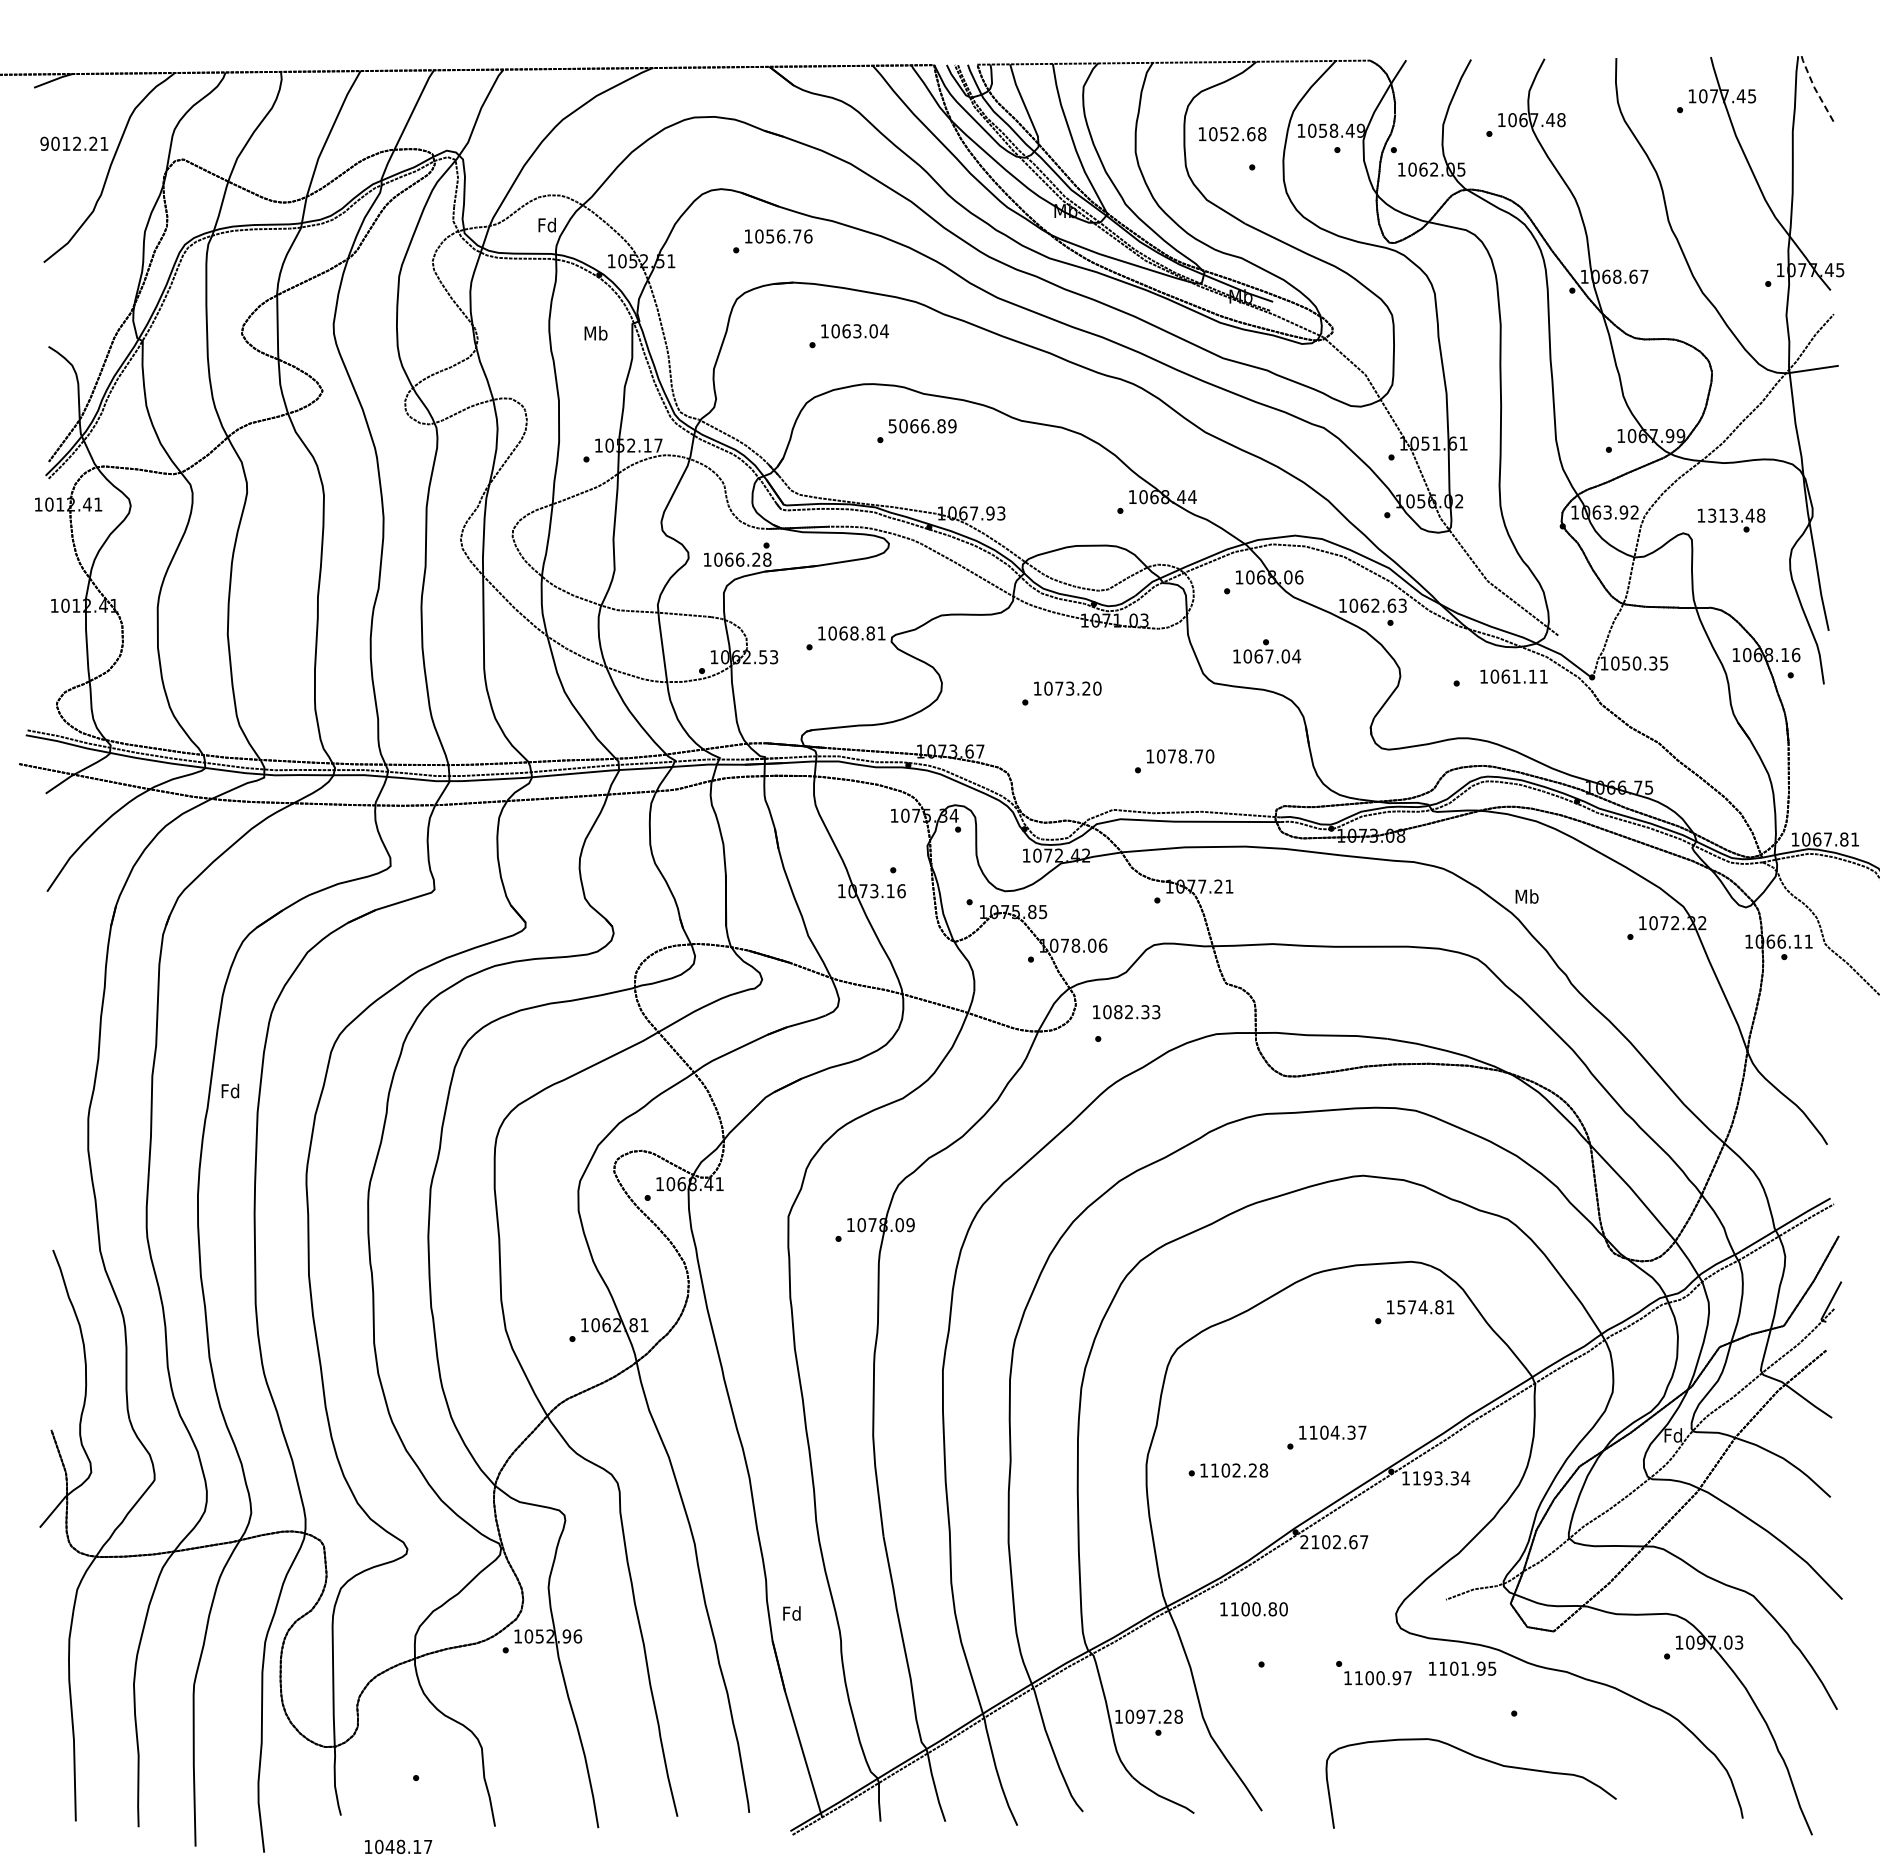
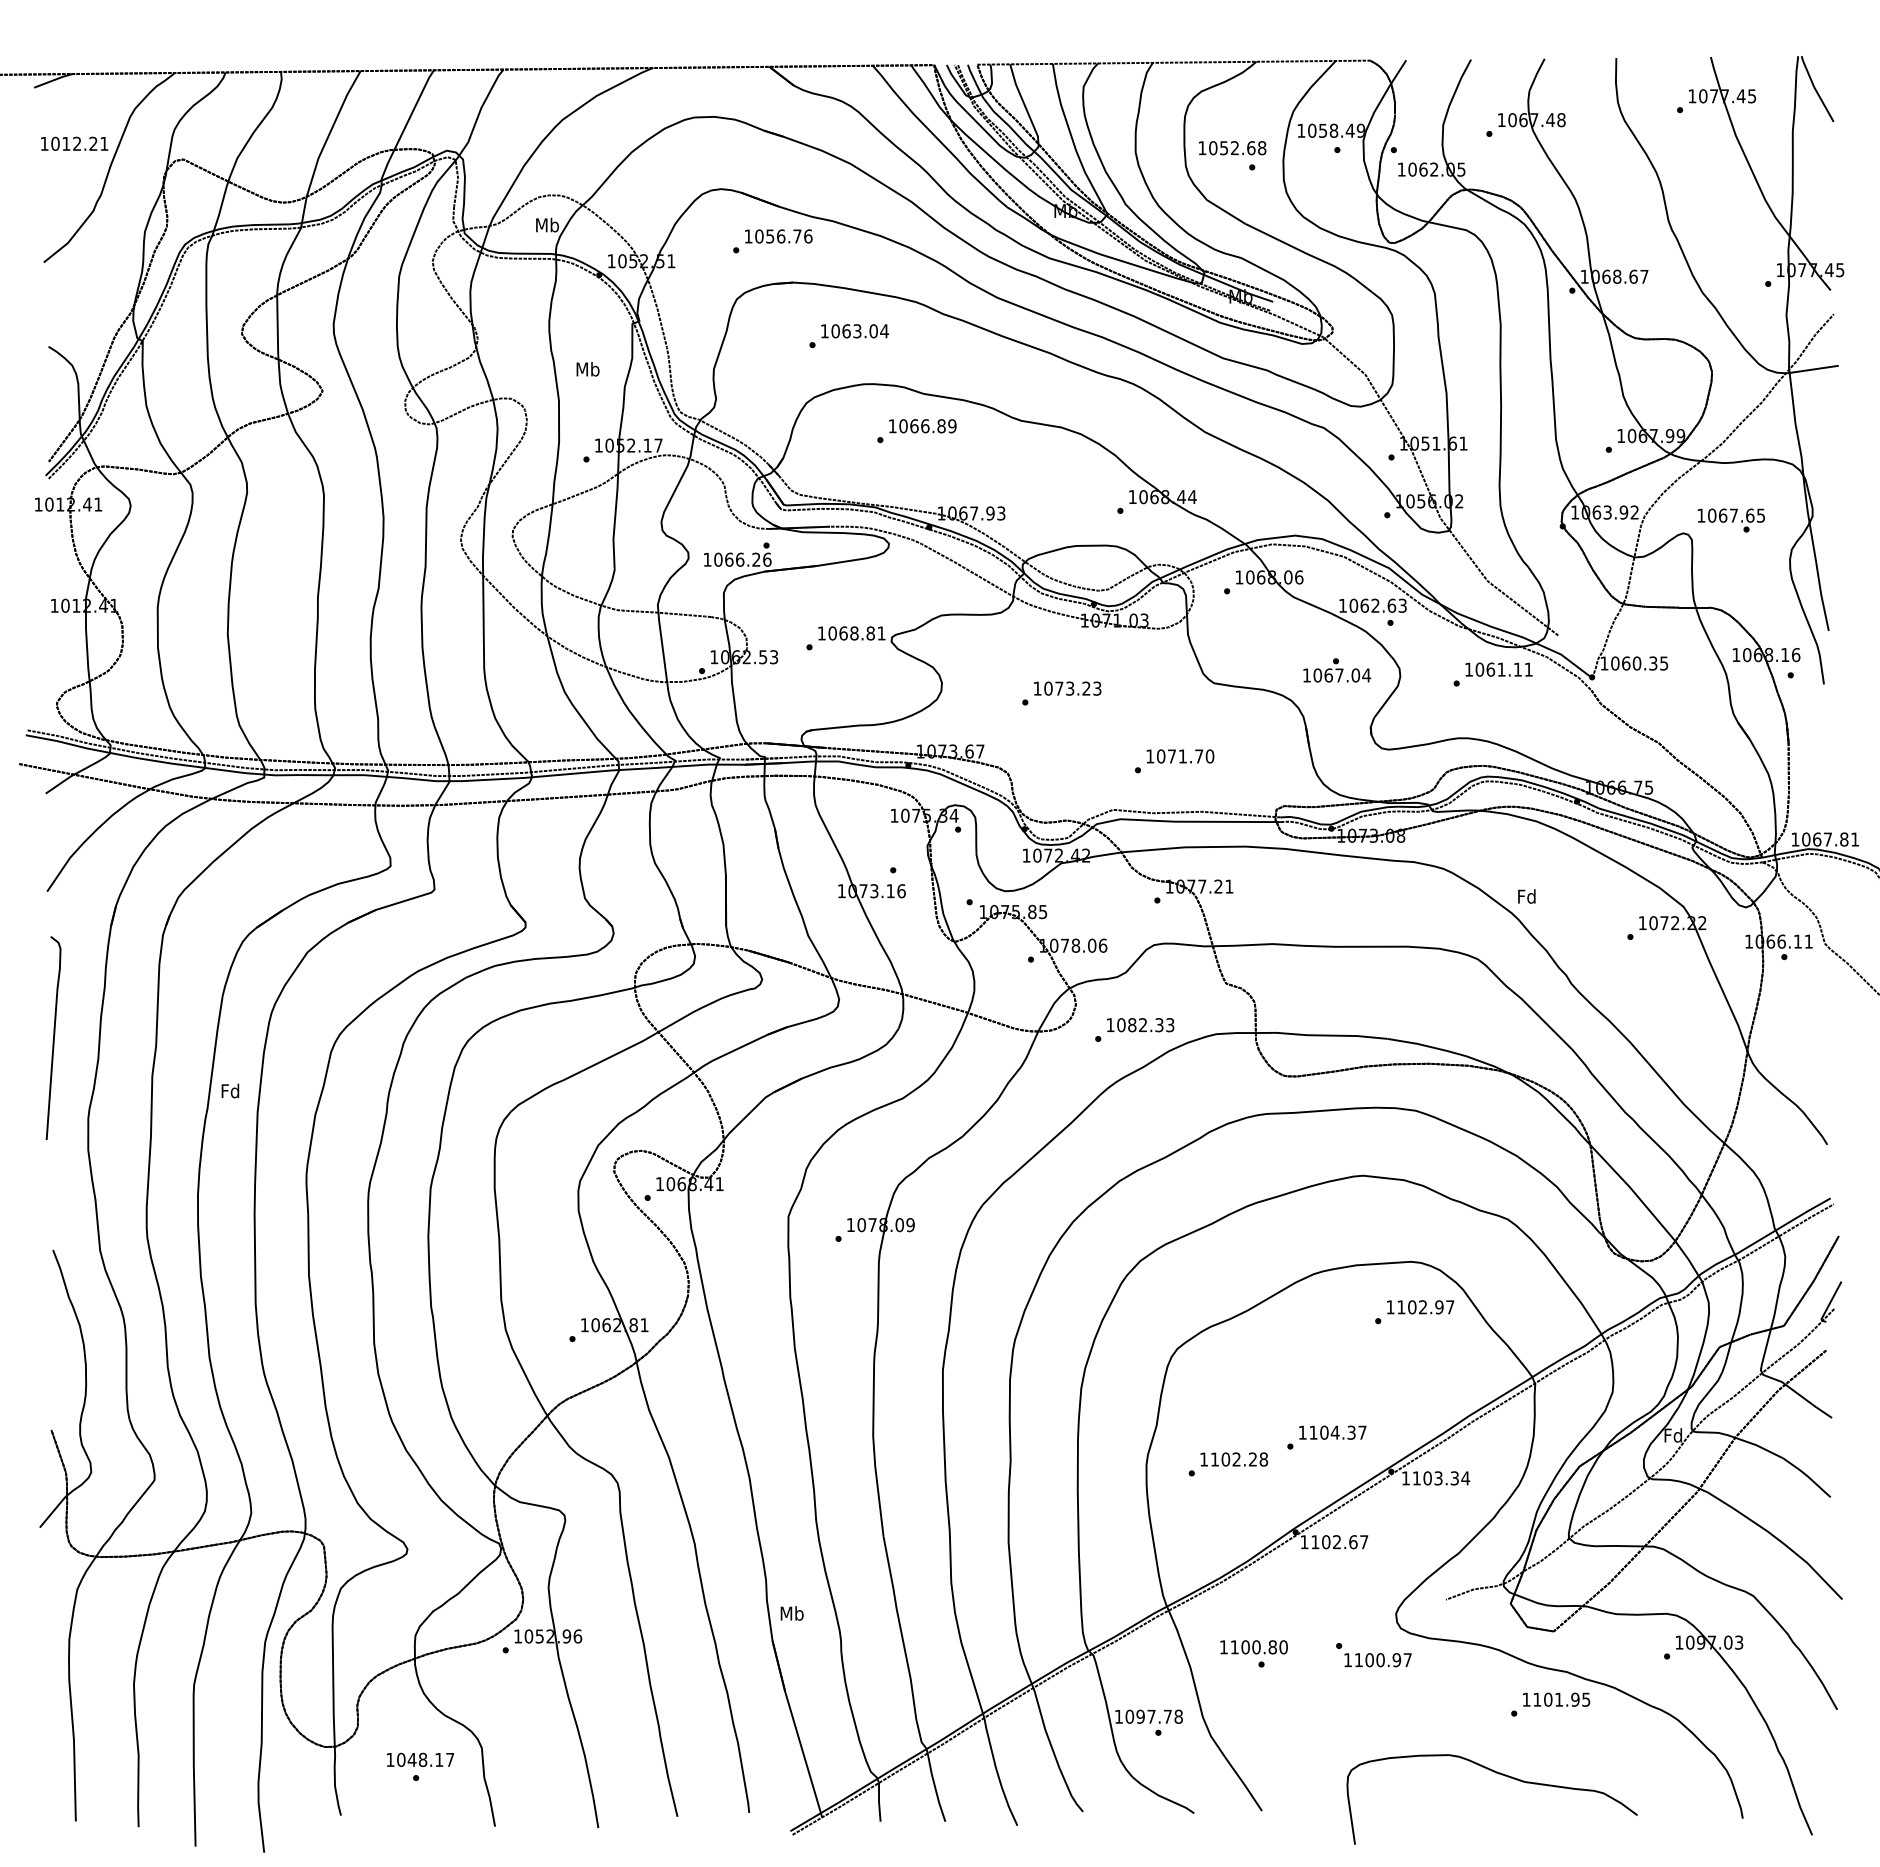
line at (1815, 88): dashed -> solid
text at (1232, 134) position: (1232, 134) -> (1232, 148)
text at (44, 143): 9012.21 -> 1012.21
text at (547, 224): Fd -> Mb
text at (595, 333) position: (595, 333) -> (587, 369)
text at (892, 426): 5066.89 -> 1066.89
text at (1736, 515): 1313.48 -> 1067.65
text at (767, 559): 1066.28 -> 1066.26
text at (1267, 651) position: (1267, 651) -> (1337, 670)
text at (1626, 663): 1050.35 -> 1060.35
text at (1513, 676) position: (1513, 676) -> (1498, 669)
text at (1097, 688): 1073.20 -> 1073.23
text at (1182, 756): 1078.70 -> 1071.70
text at (1526, 896): Mb -> Fd
text at (1126, 1012) position: (1126, 1012) -> (1140, 1025)
curve at (53, 1037): none -> present
text at (1425, 1307): 1574.81 -> 1102.97
text at (1234, 1470) position: (1234, 1470) -> (1234, 1459)
text at (1427, 1478): 1193.34 -> 1103.34
text at (1304, 1541): 2102.67 -> 1102.67
text at (1253, 1609) position: (1253, 1609) -> (1253, 1647)
text at (791, 1613): Fd -> Mb
text at (1462, 1668) position: (1462, 1668) -> (1556, 1699)
text at (1373, 1673) position: (1373, 1673) -> (1373, 1655)
text at (1167, 1716): 1097.28 -> 1097.78
part at (1478, 1758) position: (1478, 1758) -> (1499, 1774)
text at (398, 1846) position: (398, 1846) -> (420, 1759)
